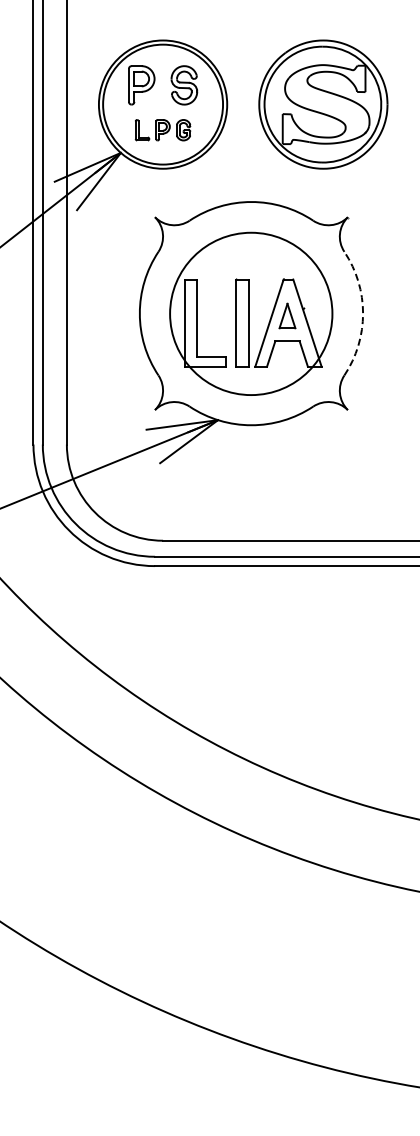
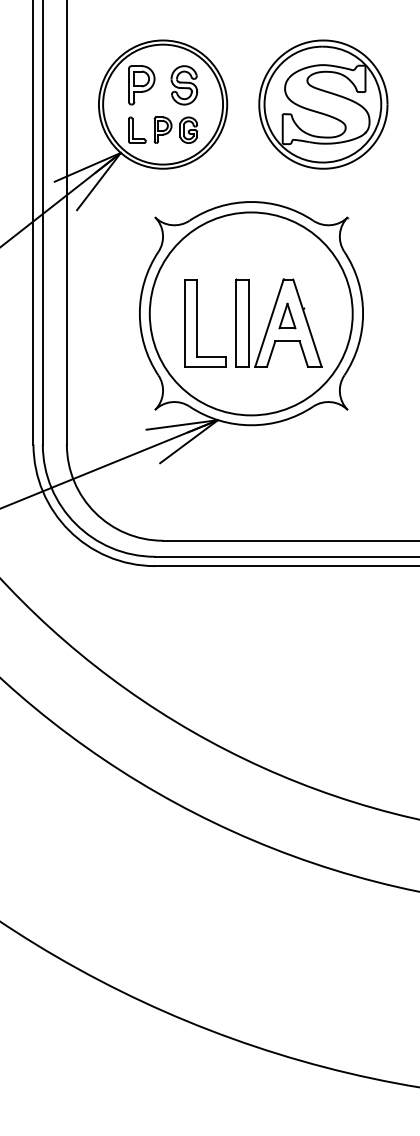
part at (162, 130) size: 58x23 px -> 70x28 px
circle at (251, 313) diameter: 162 px -> 203 px
arc at (363, 313): dashed -> solid
